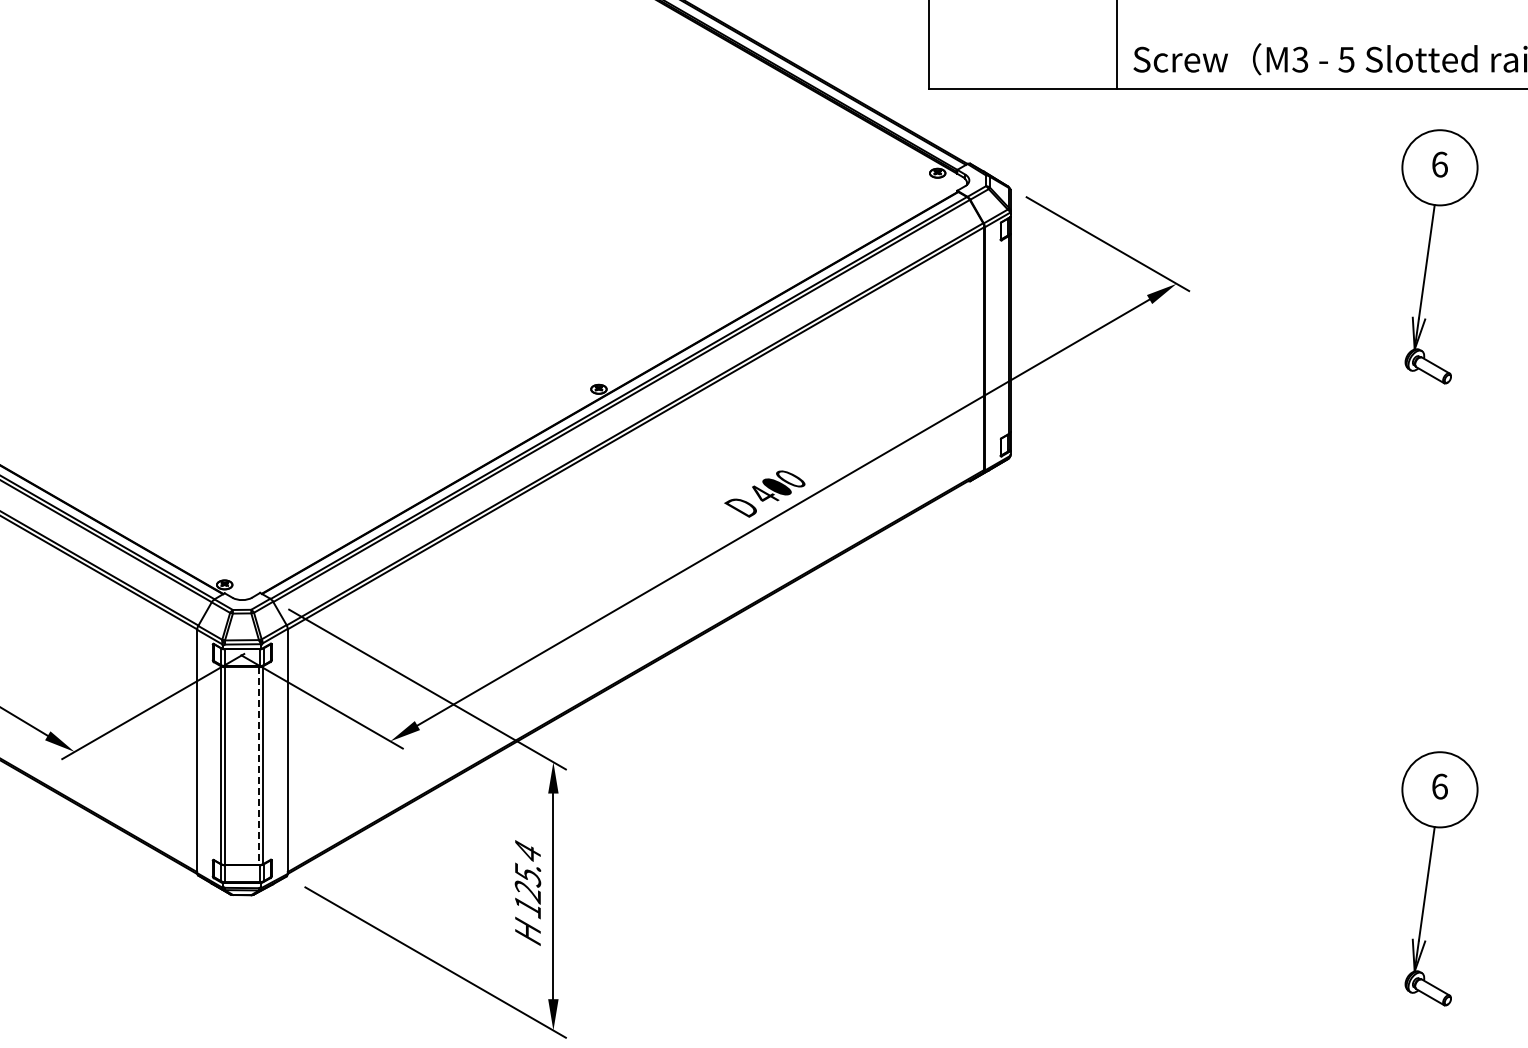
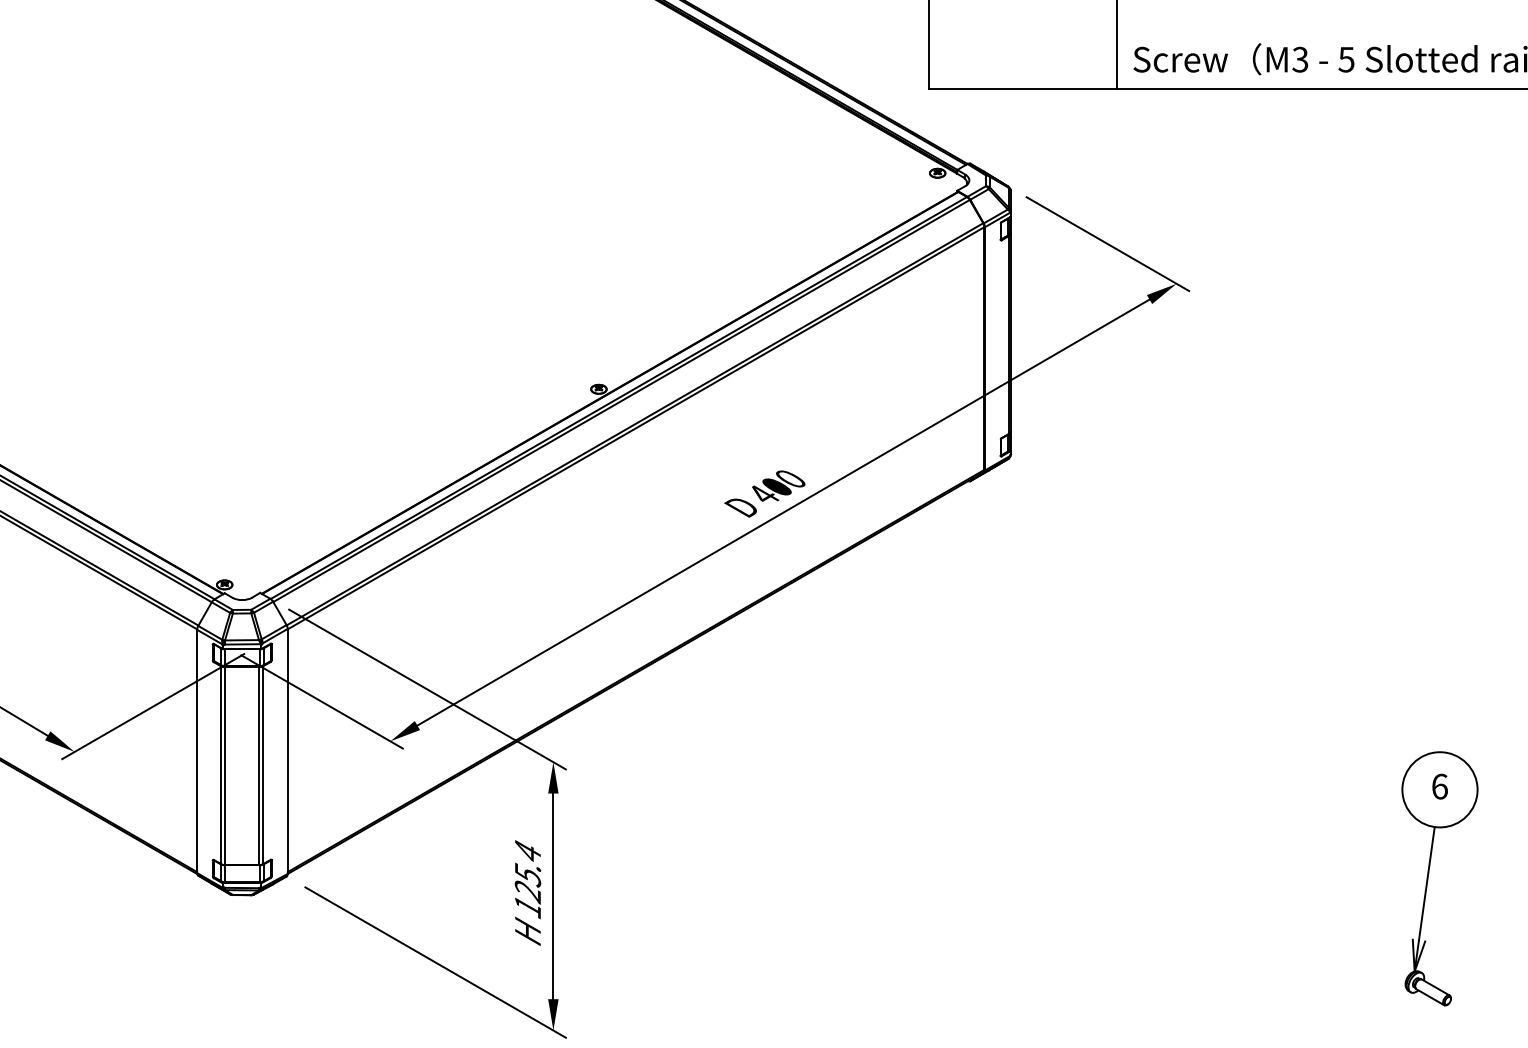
part at (1428, 256): present -> none
line at (258, 766): dashed -> solid
